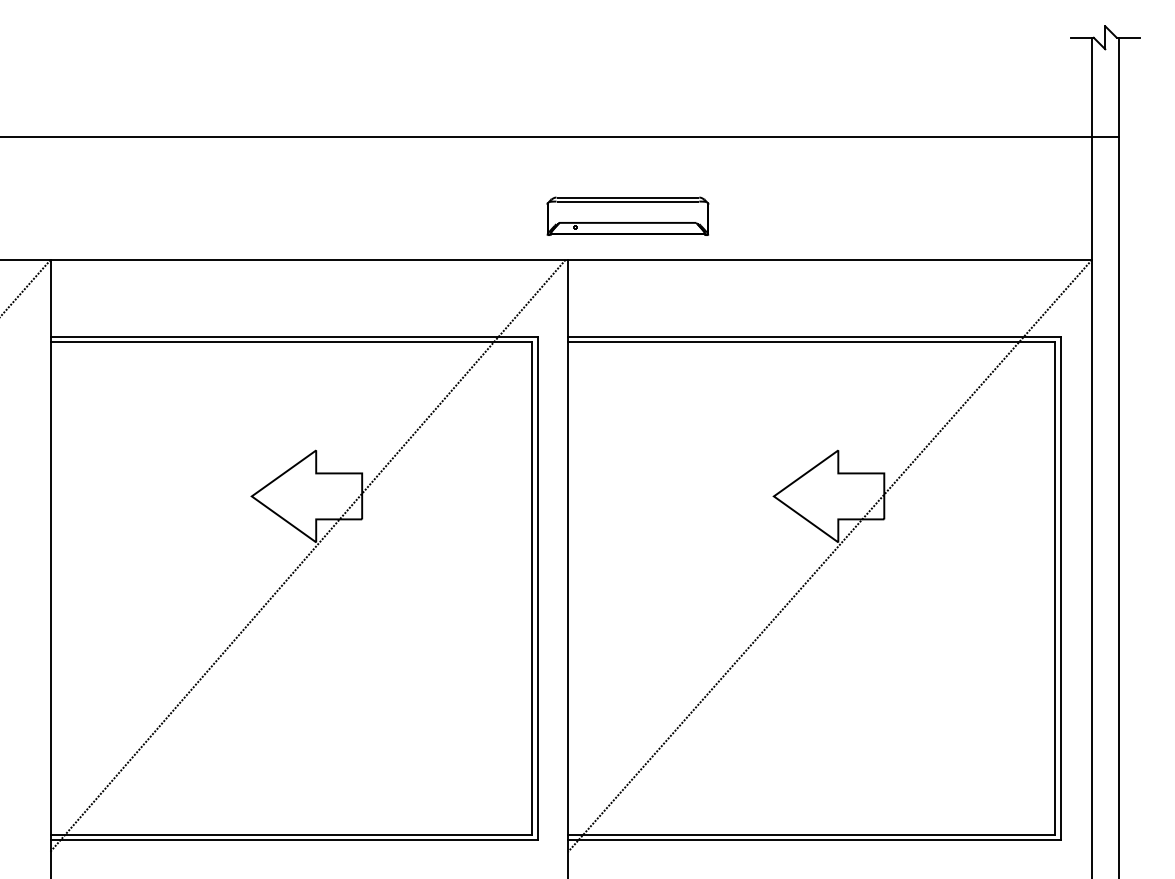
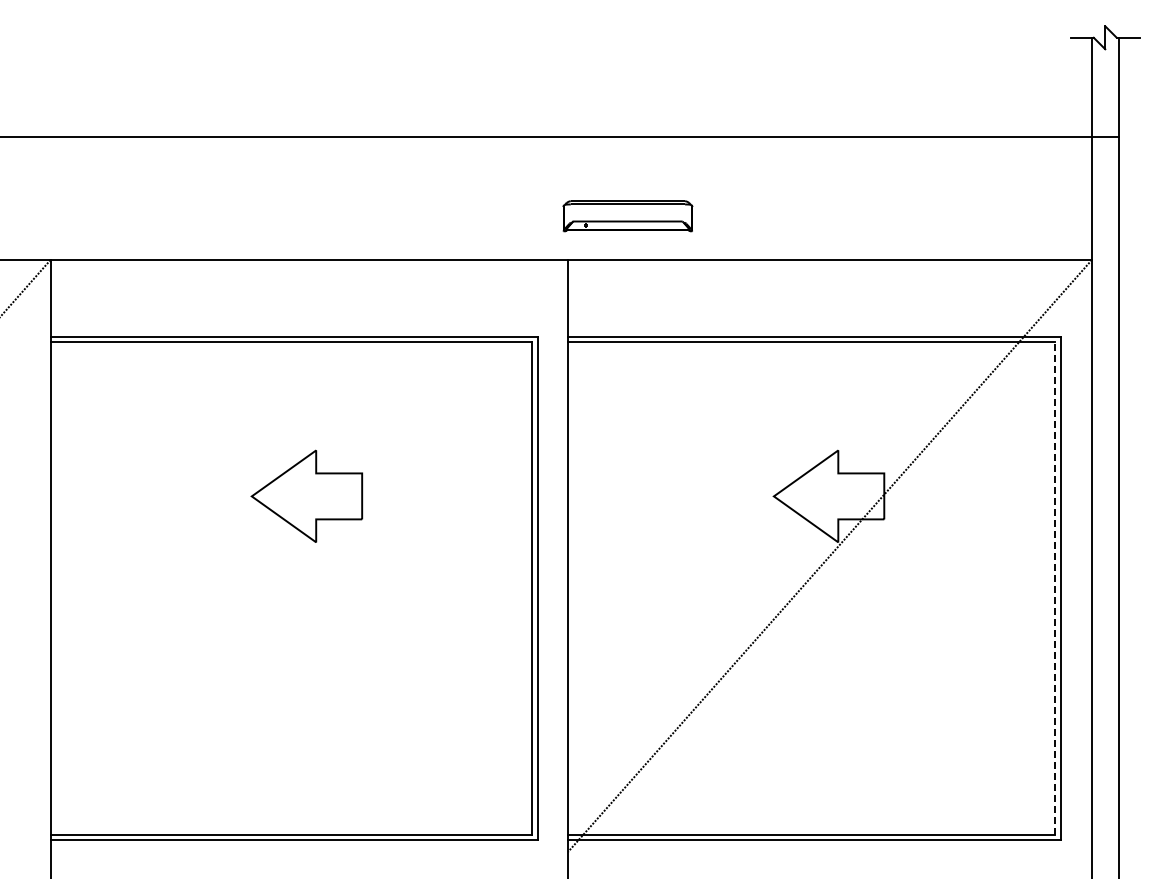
part at (627, 215) size: 164x40 px -> 132x33 px
line at (307, 555): present -> none
line at (1055, 587): solid -> dashed
